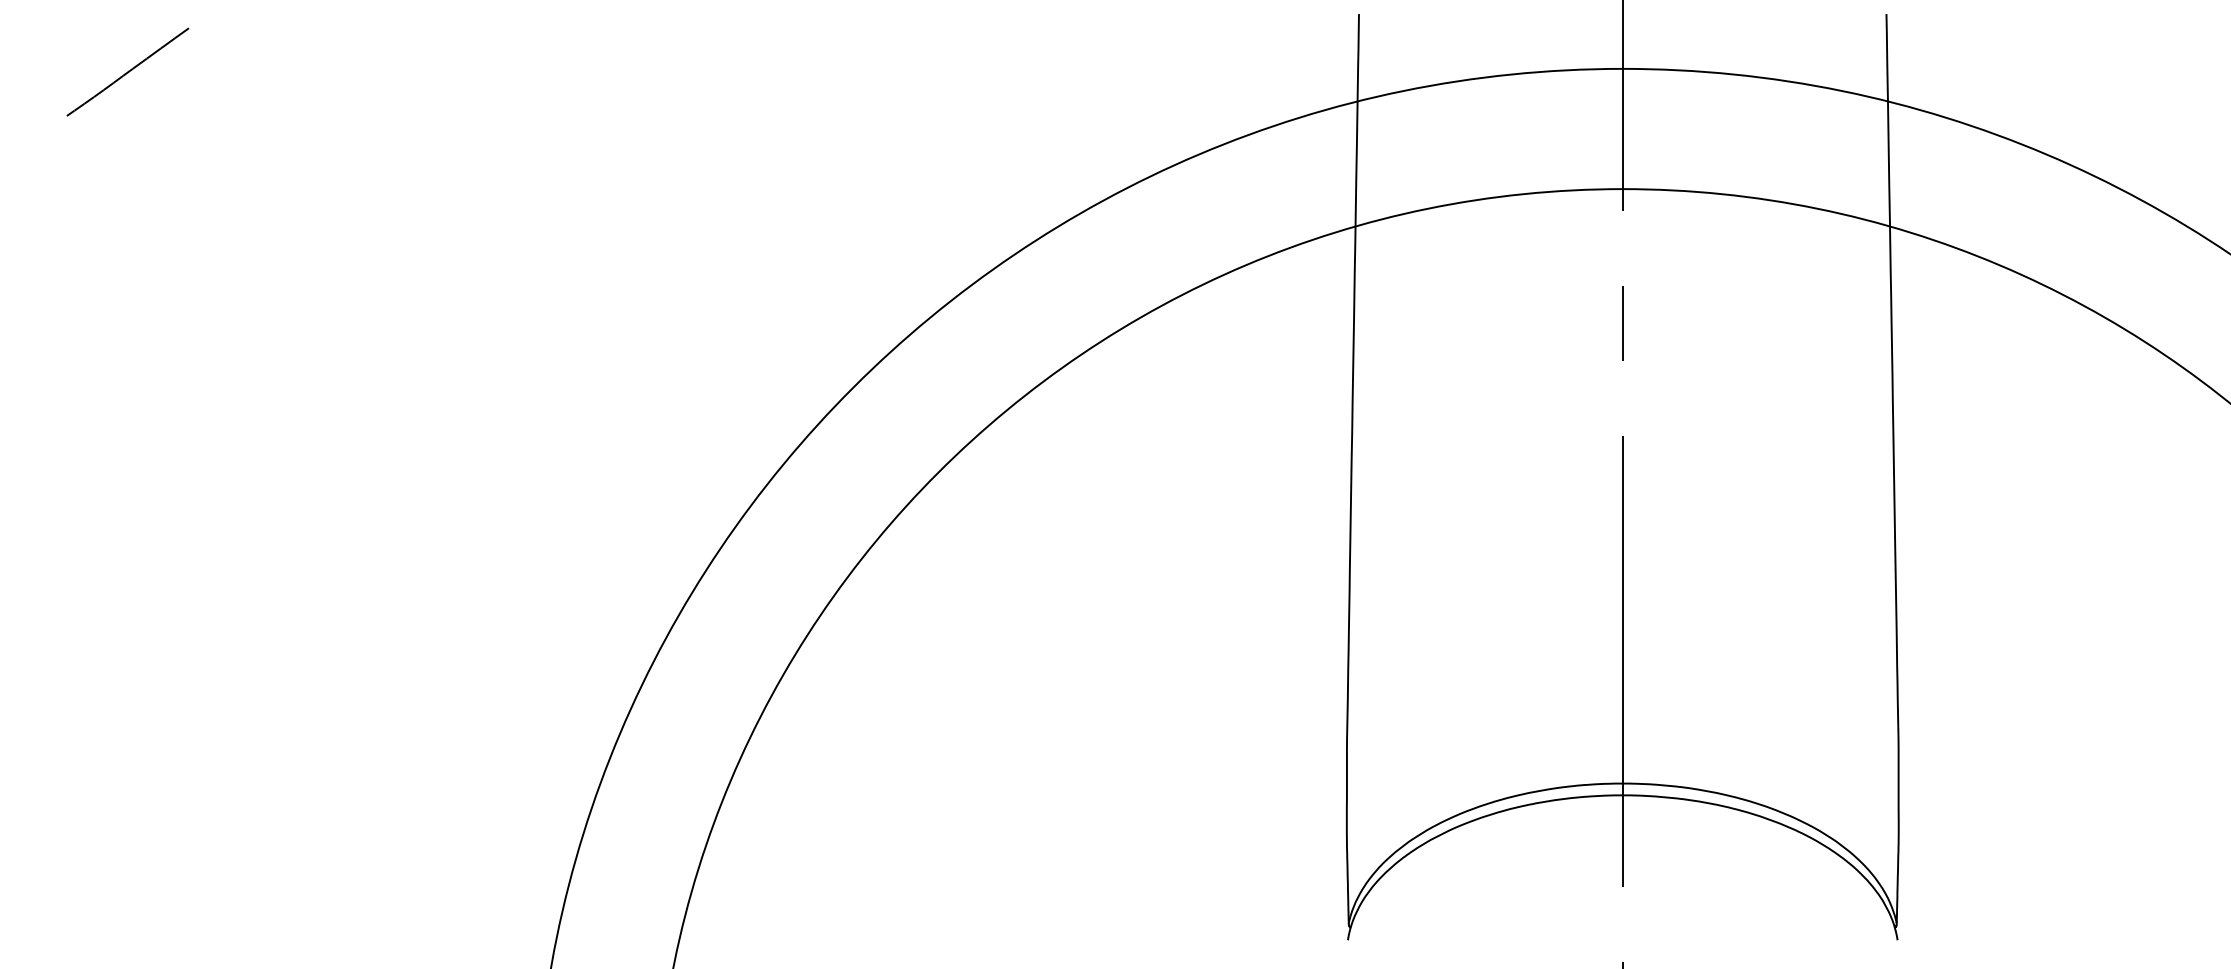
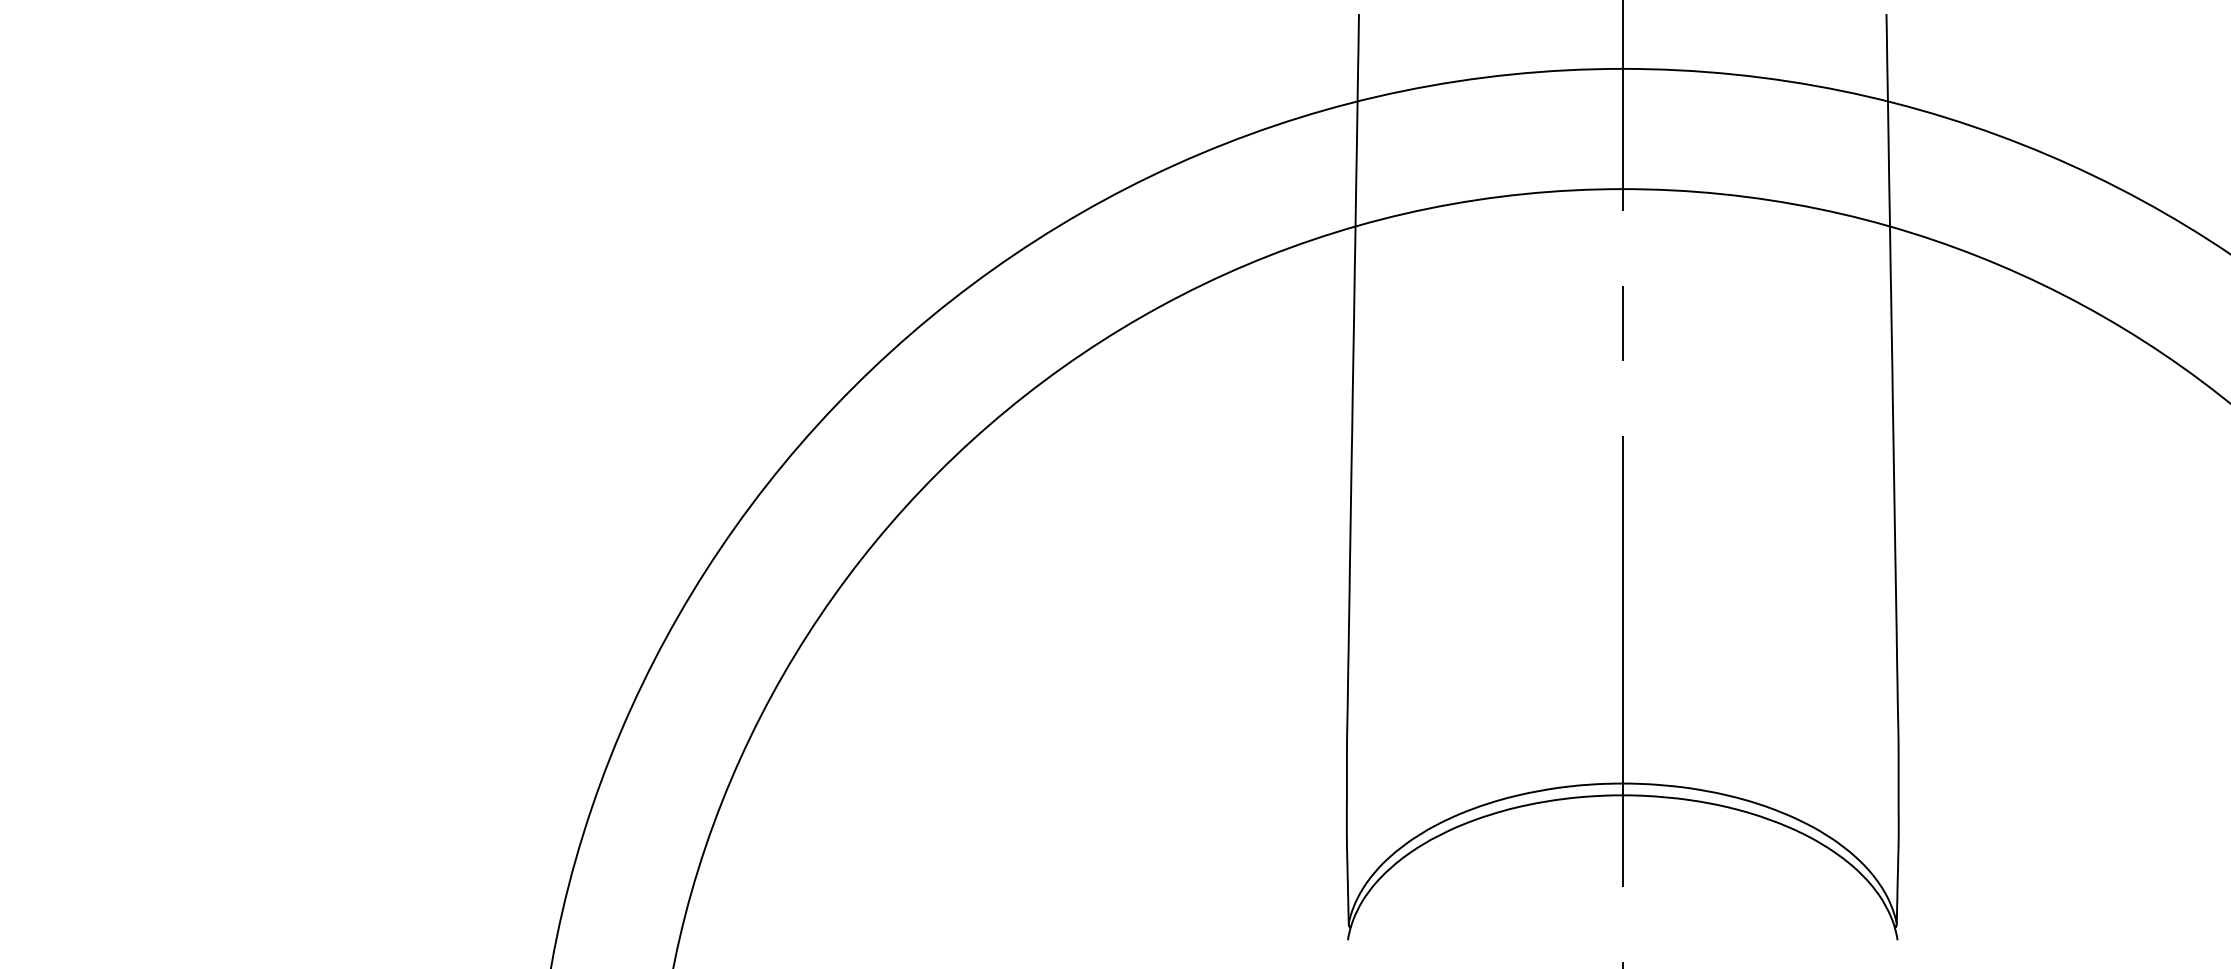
line at (127, 71): present -> none
